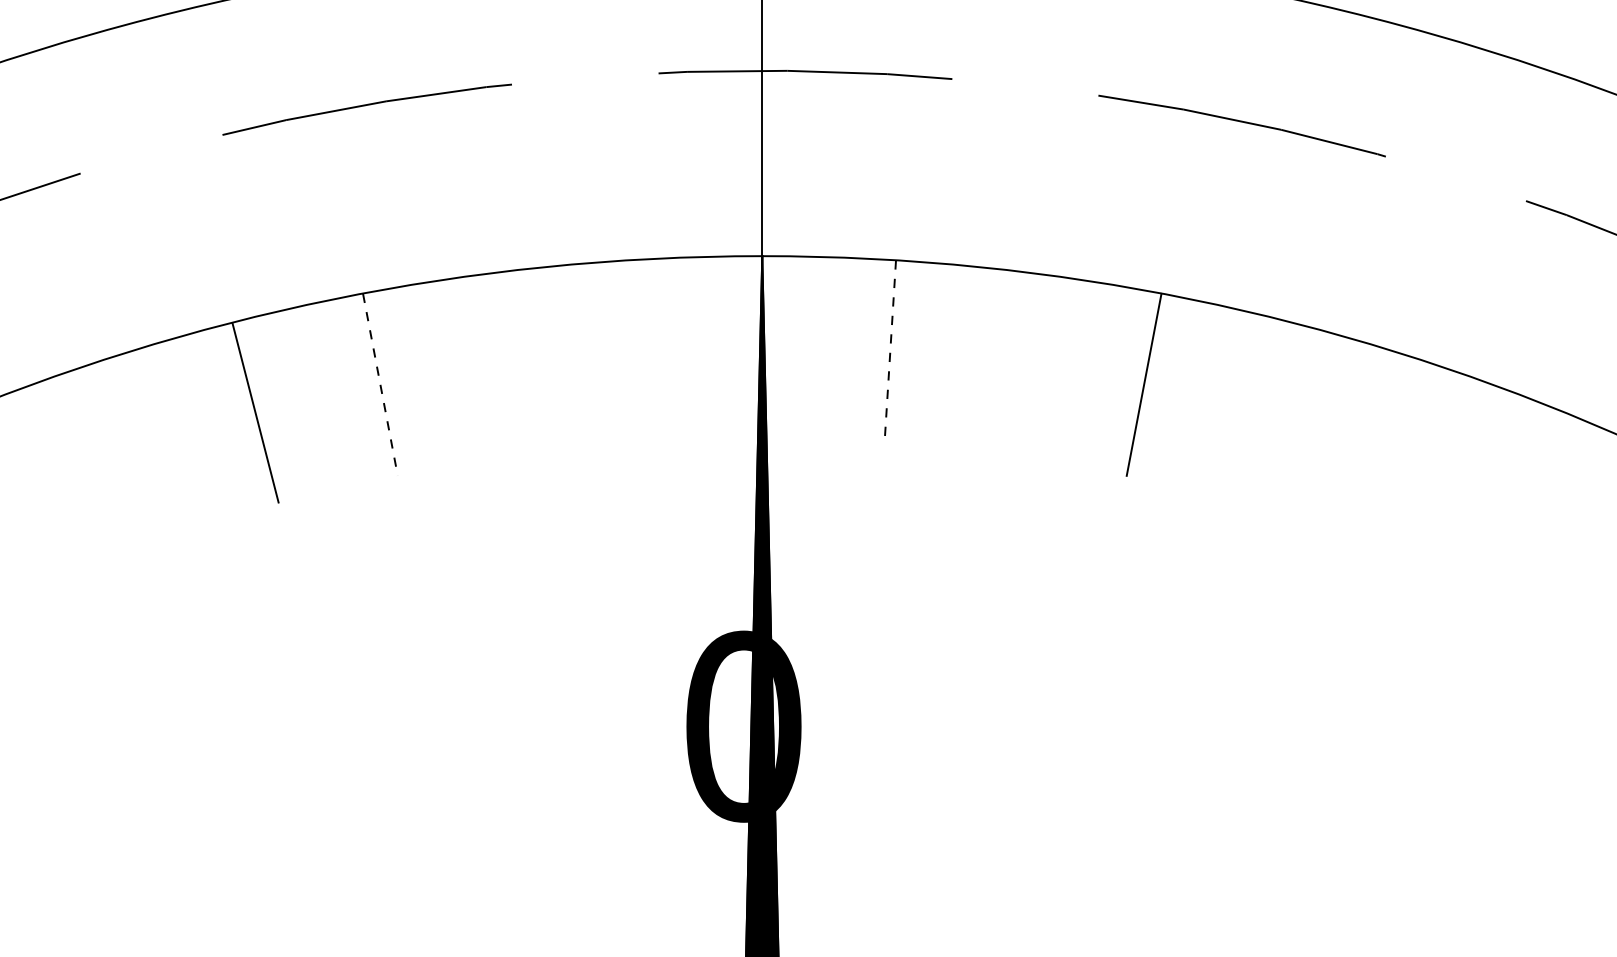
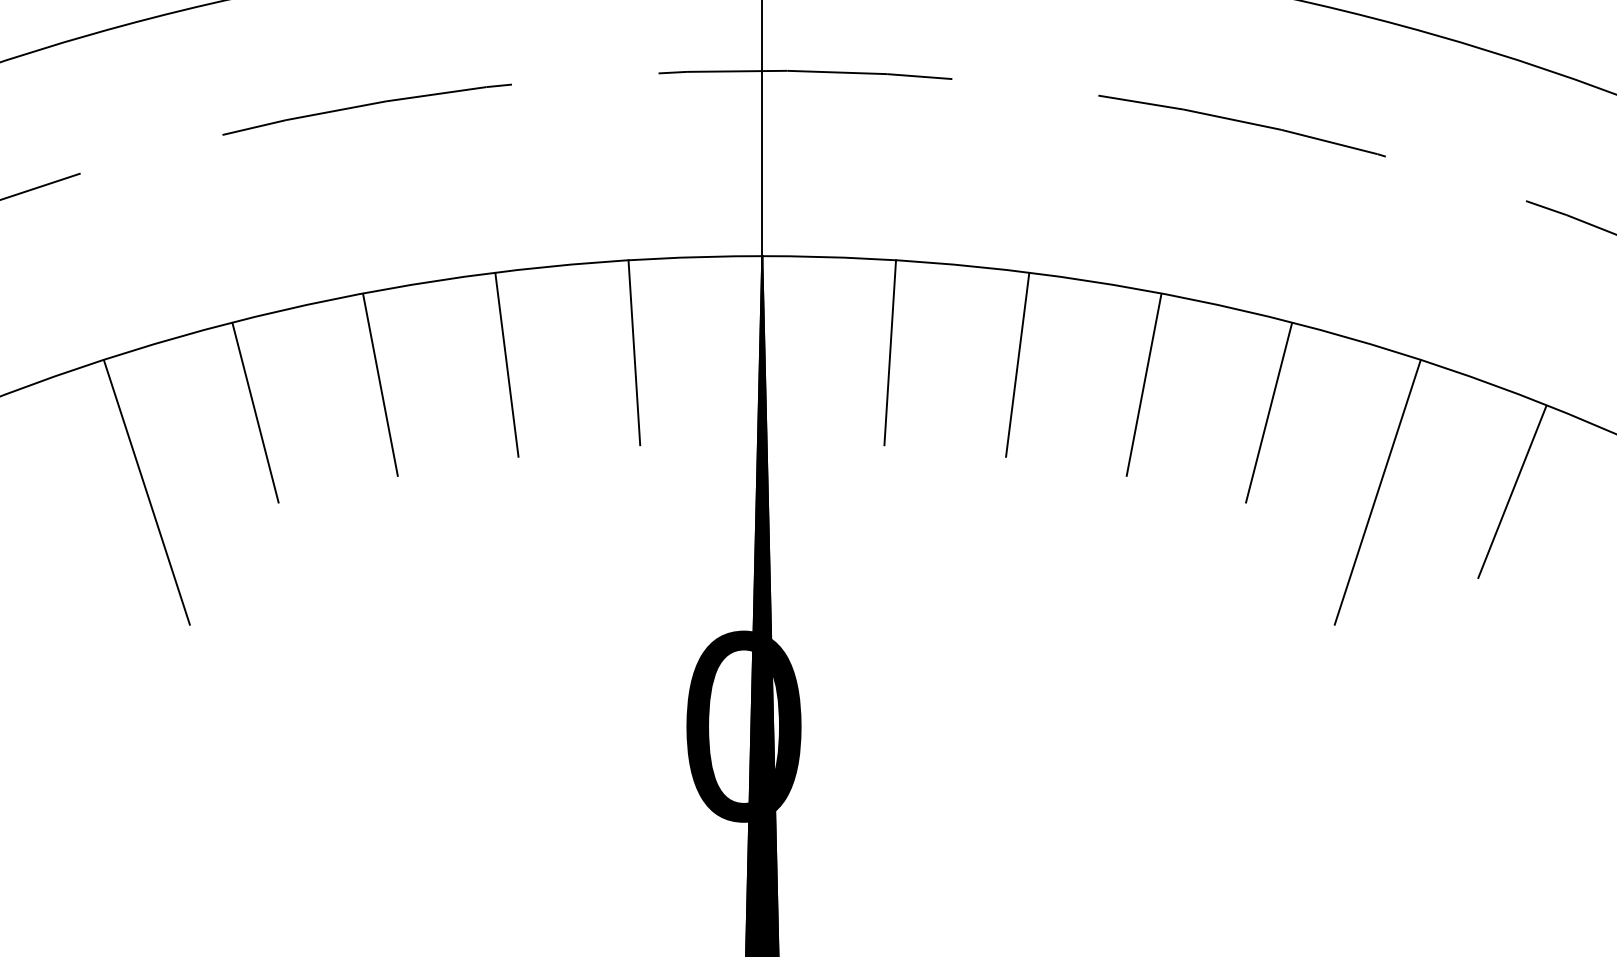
line at (634, 352): none -> present
line at (890, 352): dashed -> solid
line at (506, 364): none -> present
line at (1017, 364): none -> present
line at (380, 384): dashed -> solid
line at (1269, 412): none -> present
line at (1512, 491): none -> present
line at (146, 492): none -> present
line at (1377, 492): none -> present
